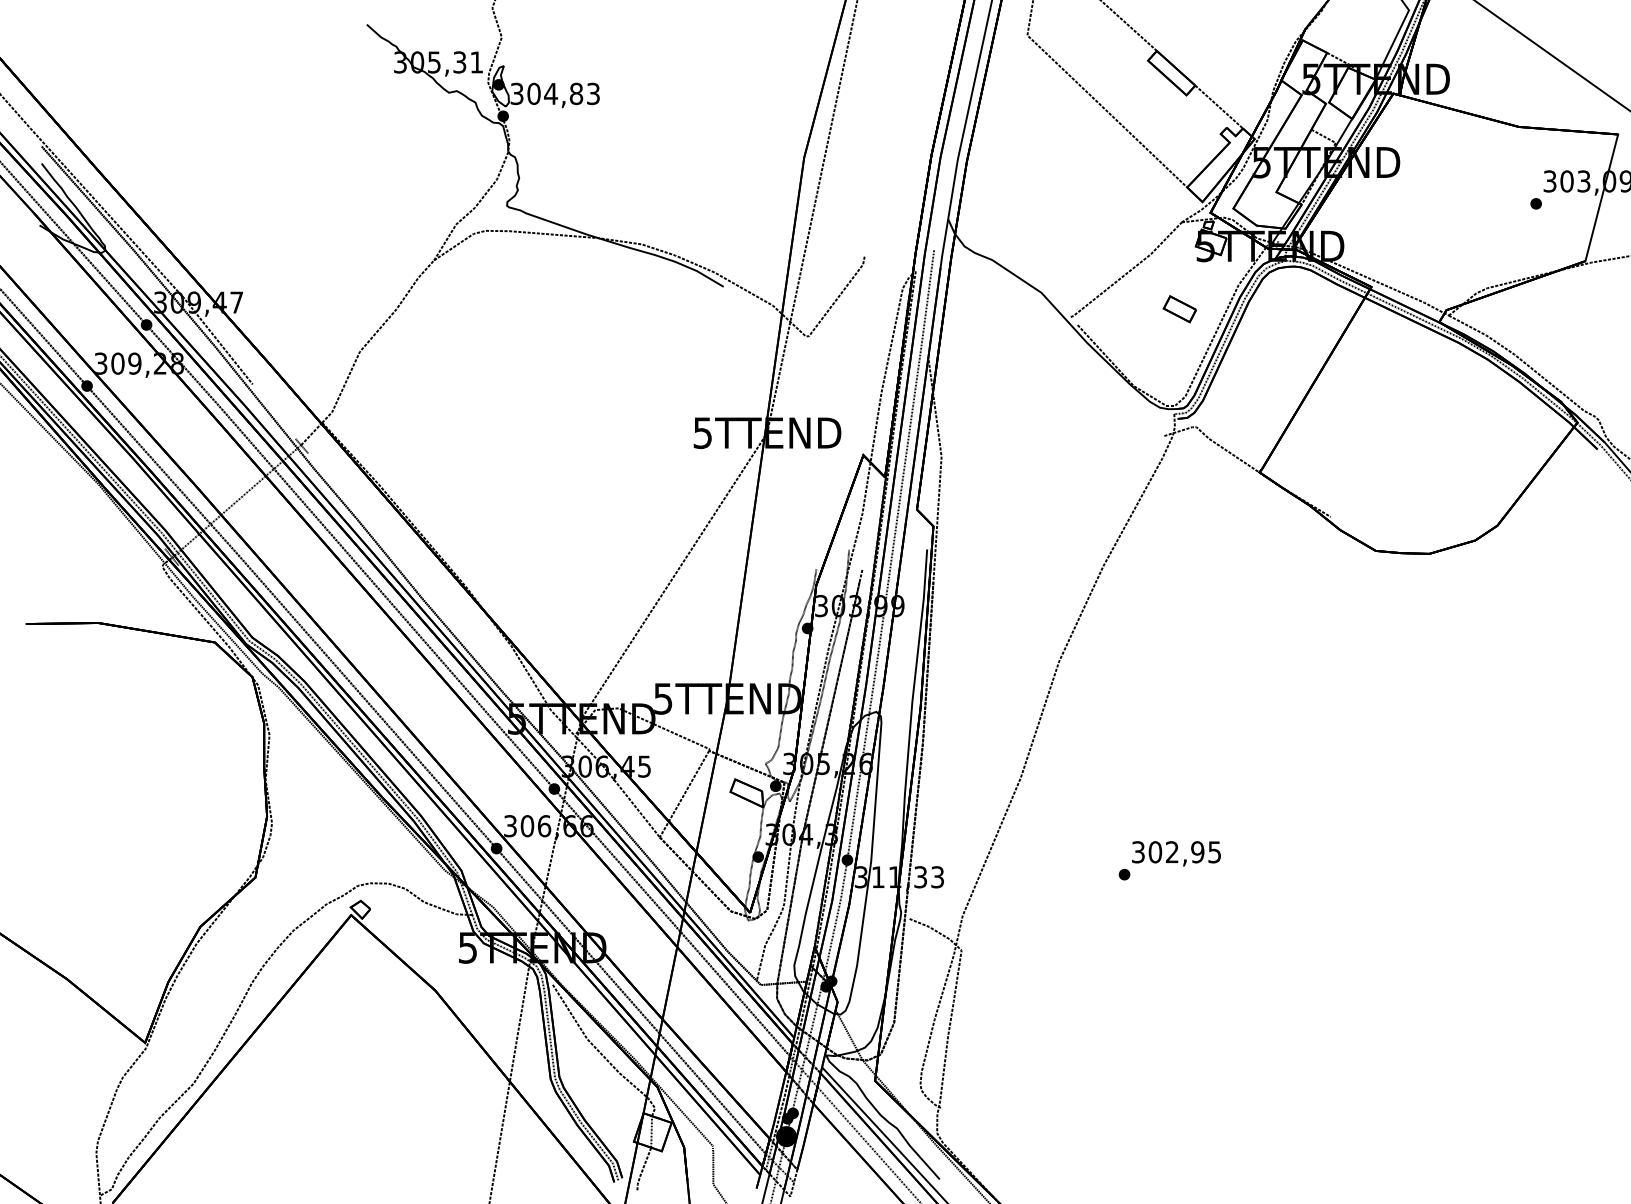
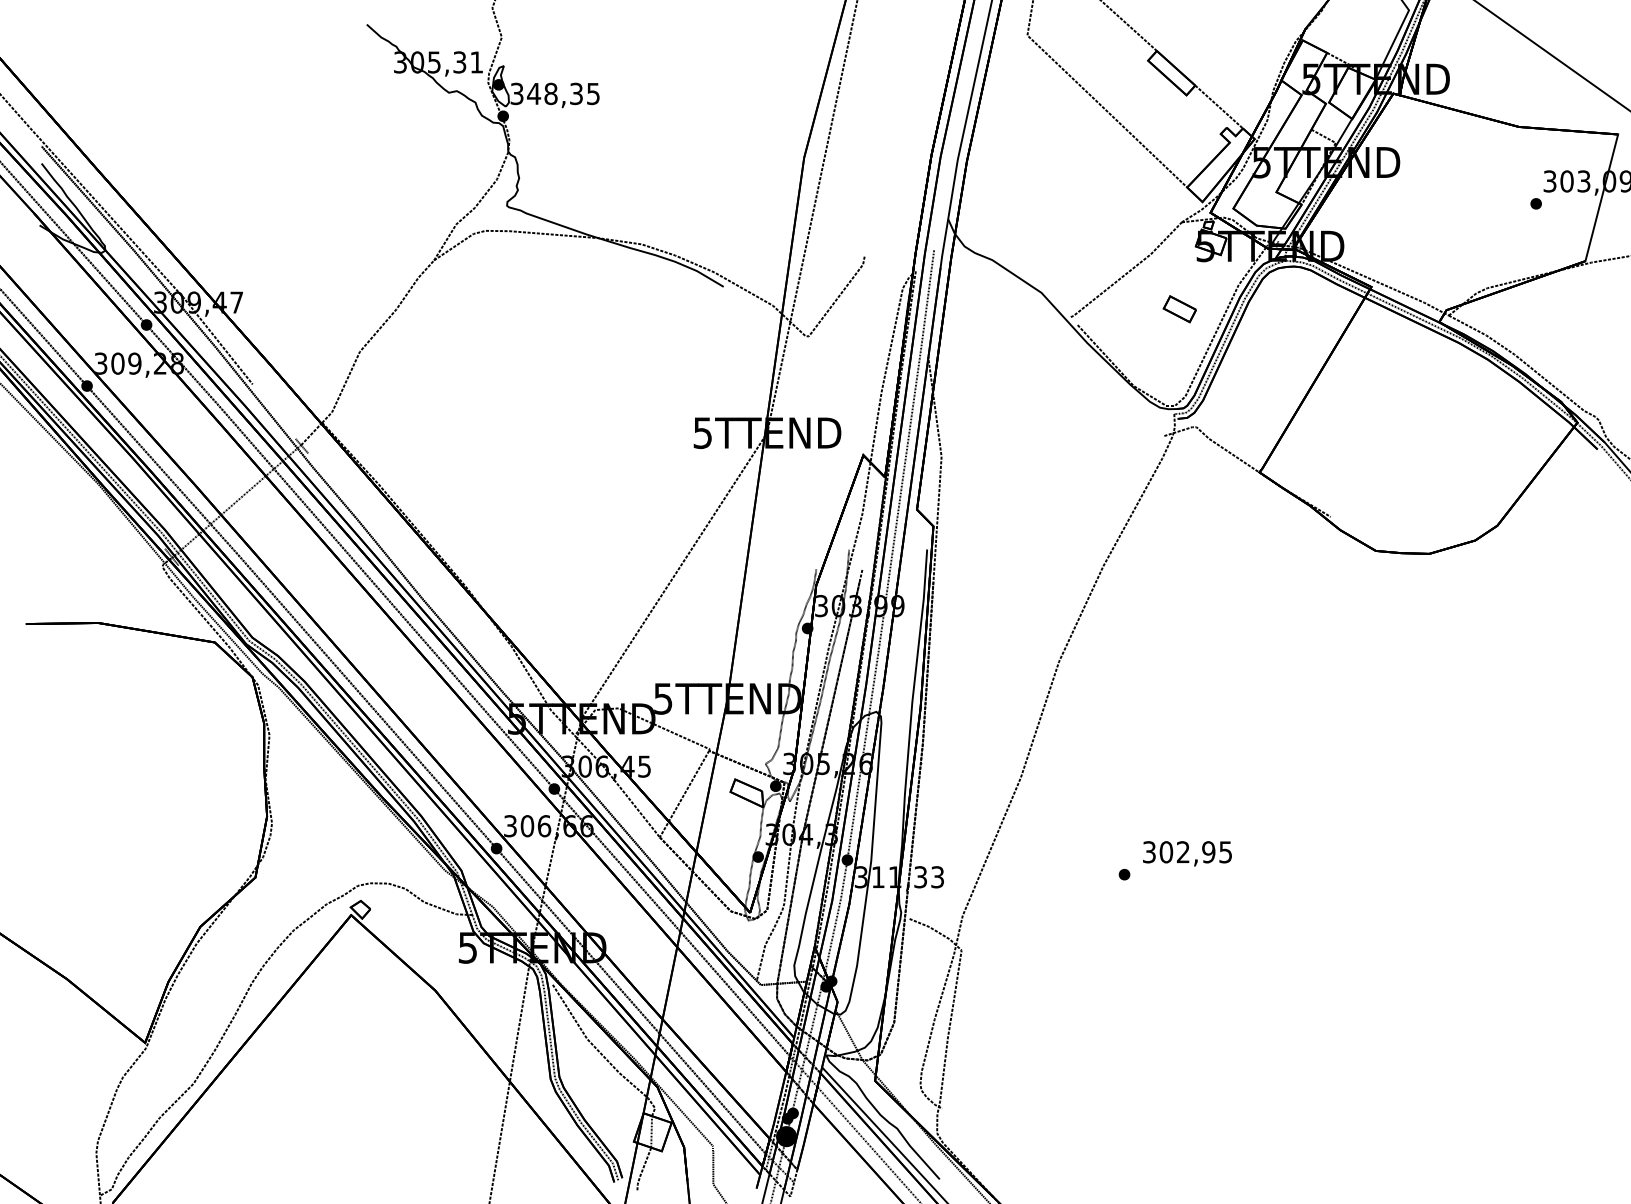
text at (563, 93): 304,83 -> 348,35
text at (1176, 853) position: (1176, 853) -> (1187, 853)
